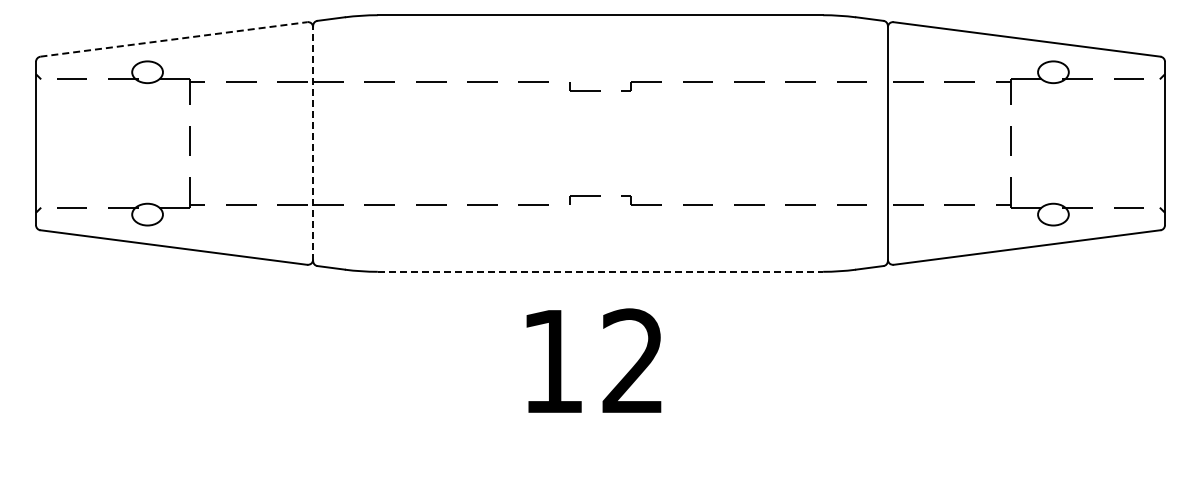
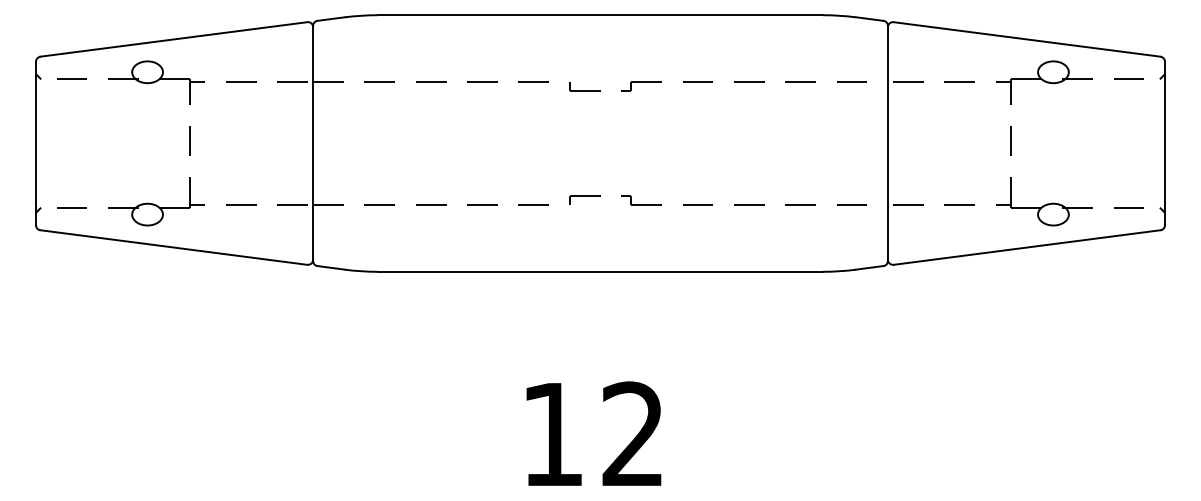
line at (173, 39): dashed -> solid
line at (313, 143): dashed -> solid
line at (600, 271): dashed -> solid
text at (593, 360) position: (593, 360) -> (593, 433)
